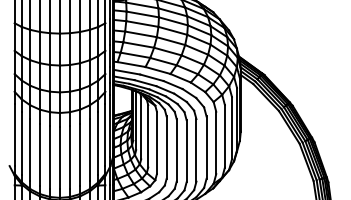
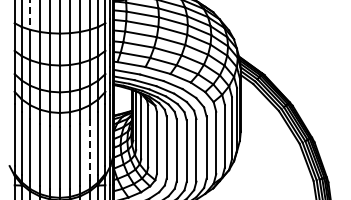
line at (30, 15): solid -> dashed
line at (89, 150): solid -> dashed
